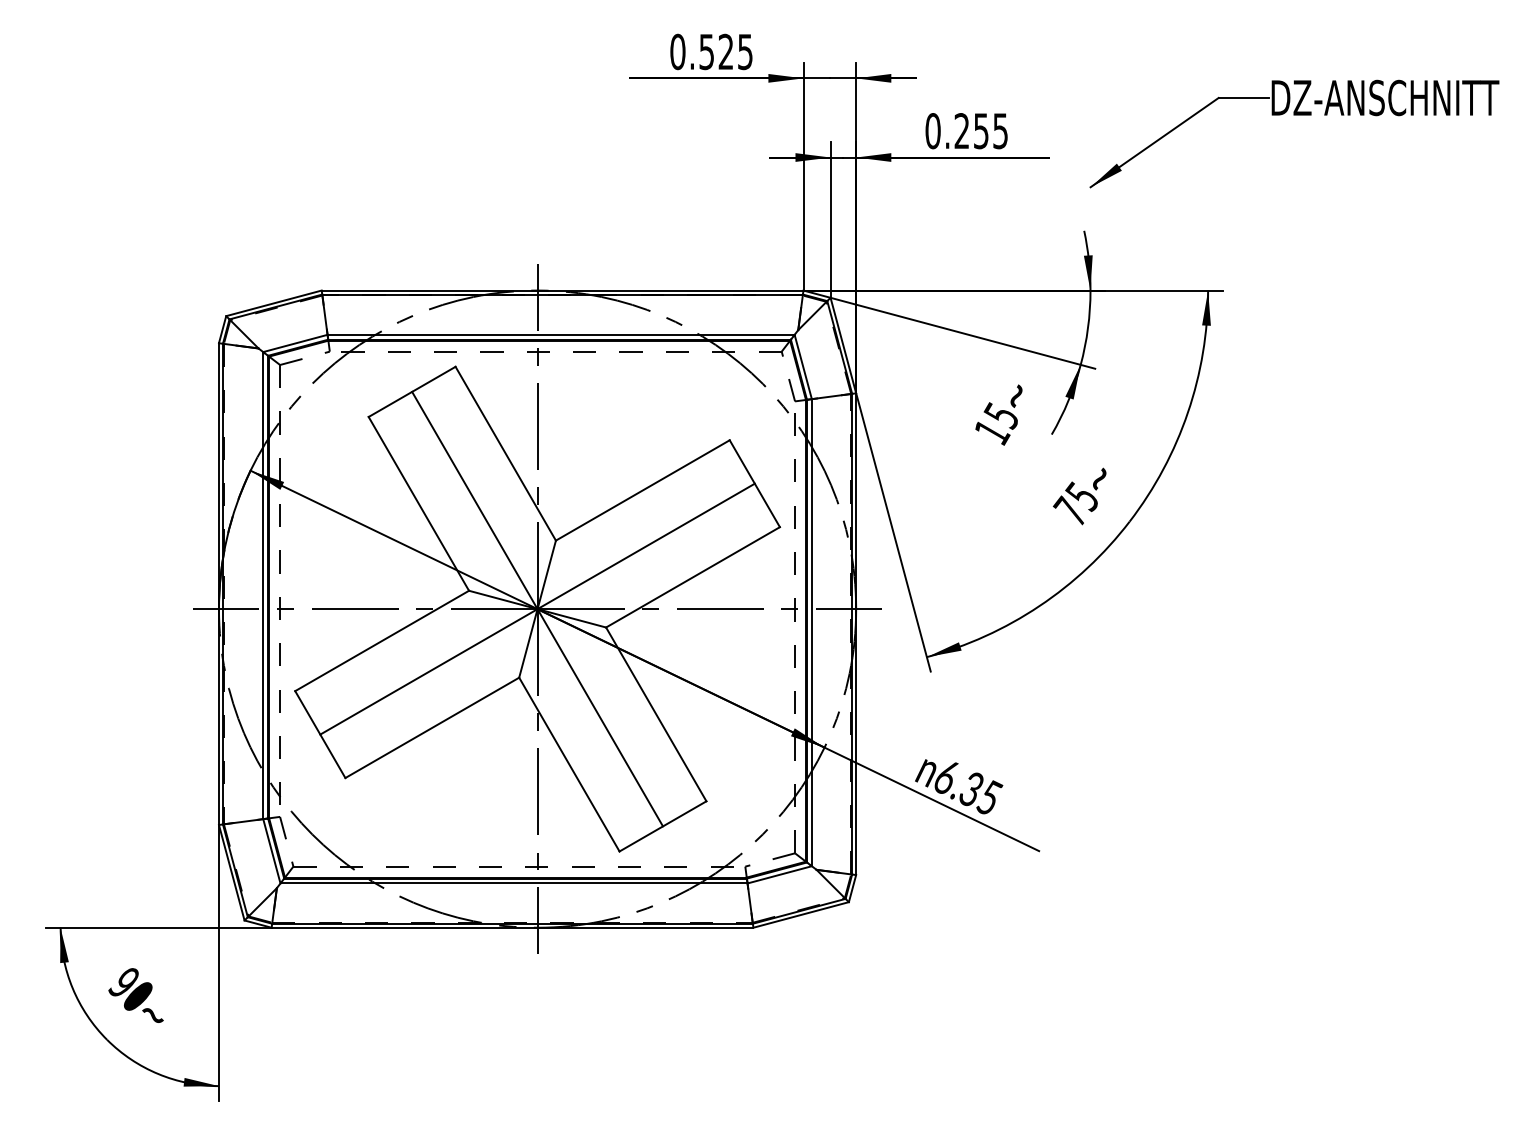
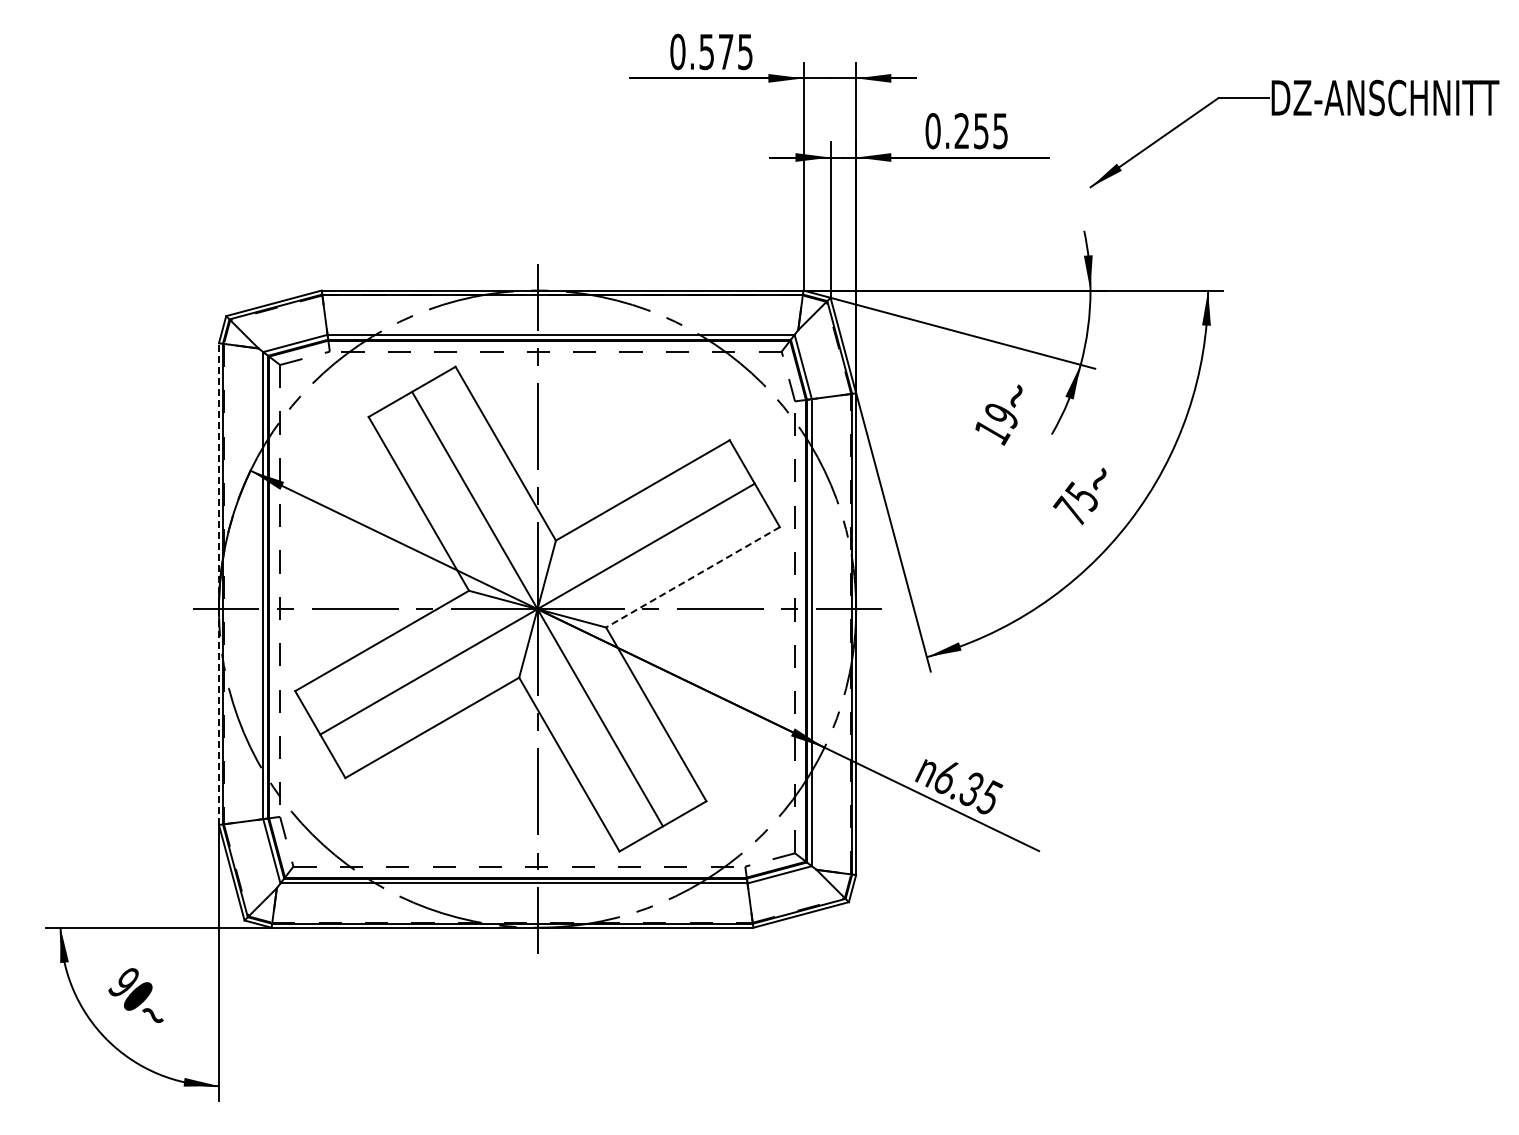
text at (725, 51): 0.525 -> 0.575
text at (1000, 415): 15 -> 19
line at (692, 577): solid -> dashed
line at (218, 584): solid -> dashed
